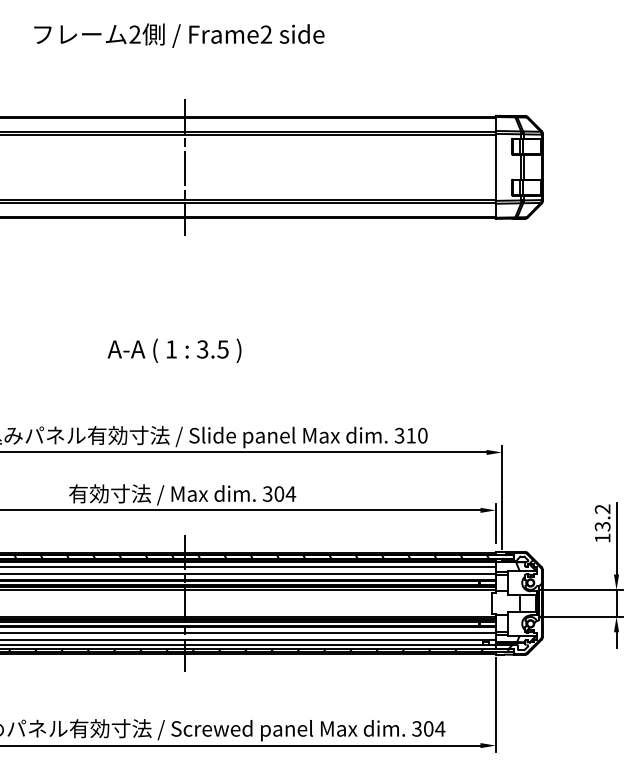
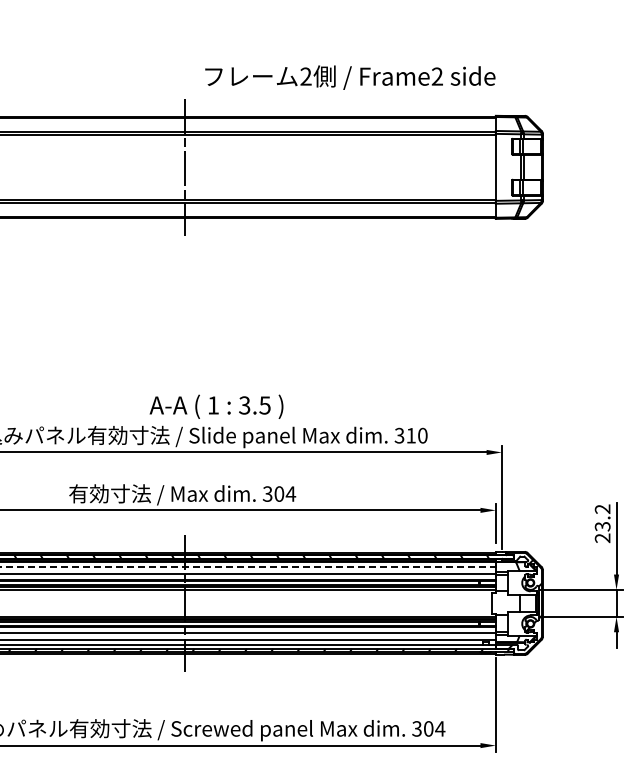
text at (179, 35) position: (179, 35) -> (350, 77)
text at (174, 350) position: (174, 350) -> (216, 406)
text at (602, 538): 13.2 -> 23.2
line at (248, 567): solid -> dashed
